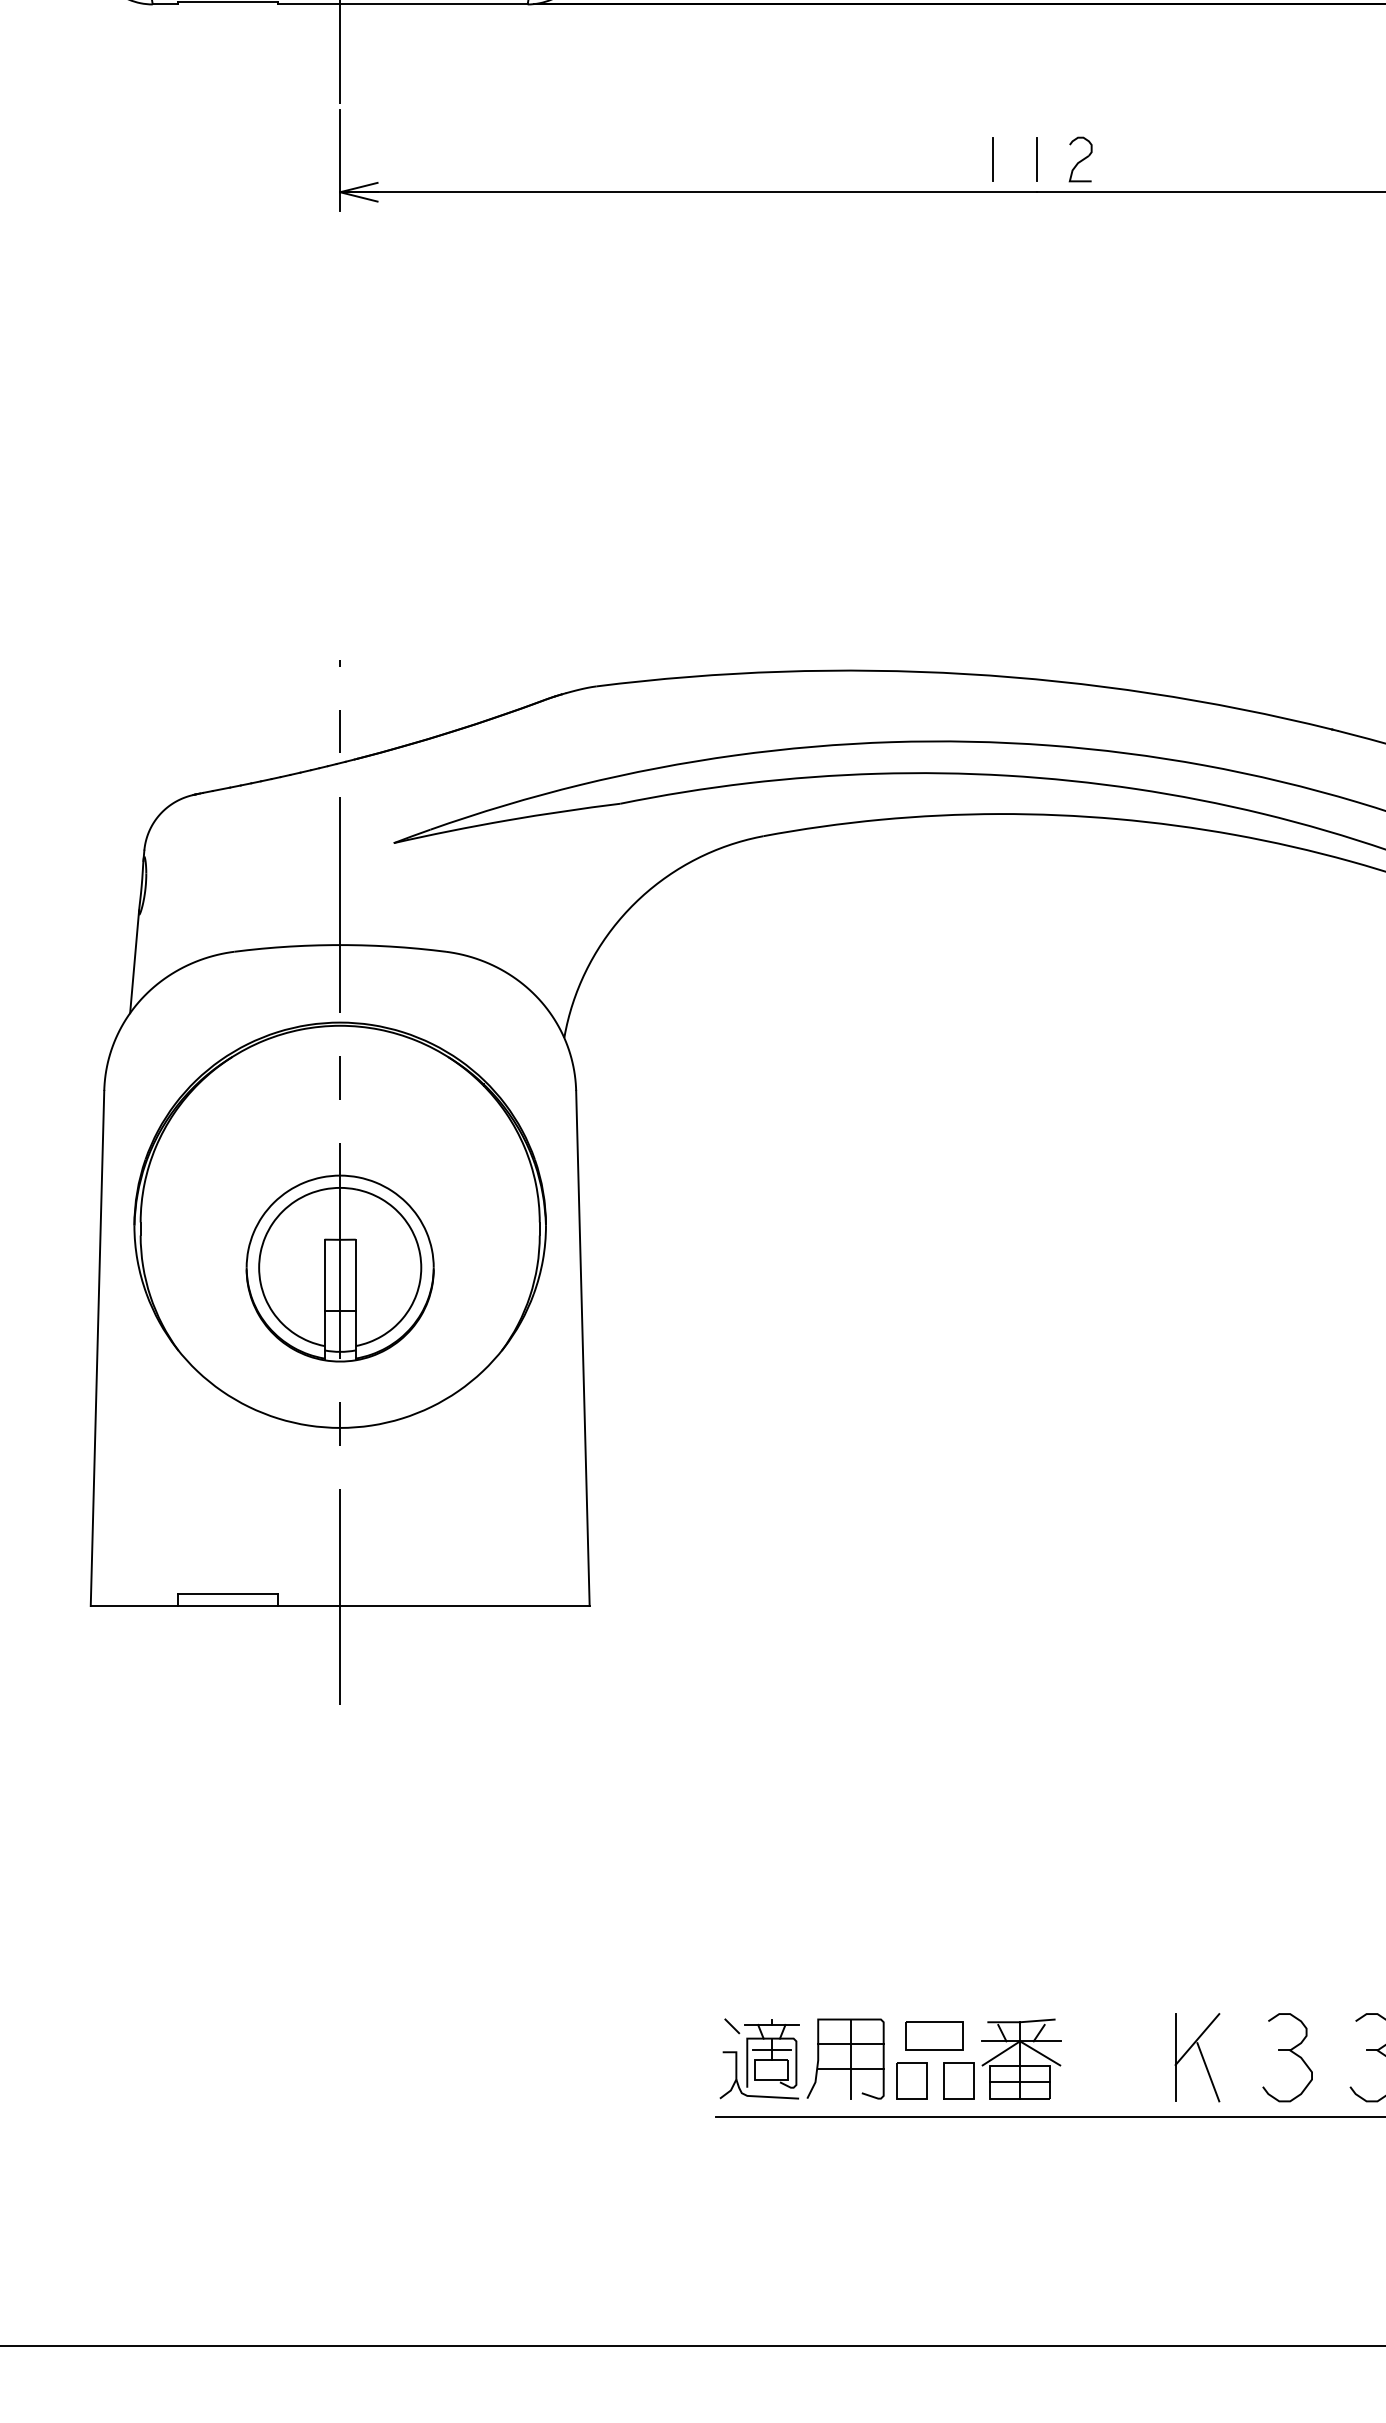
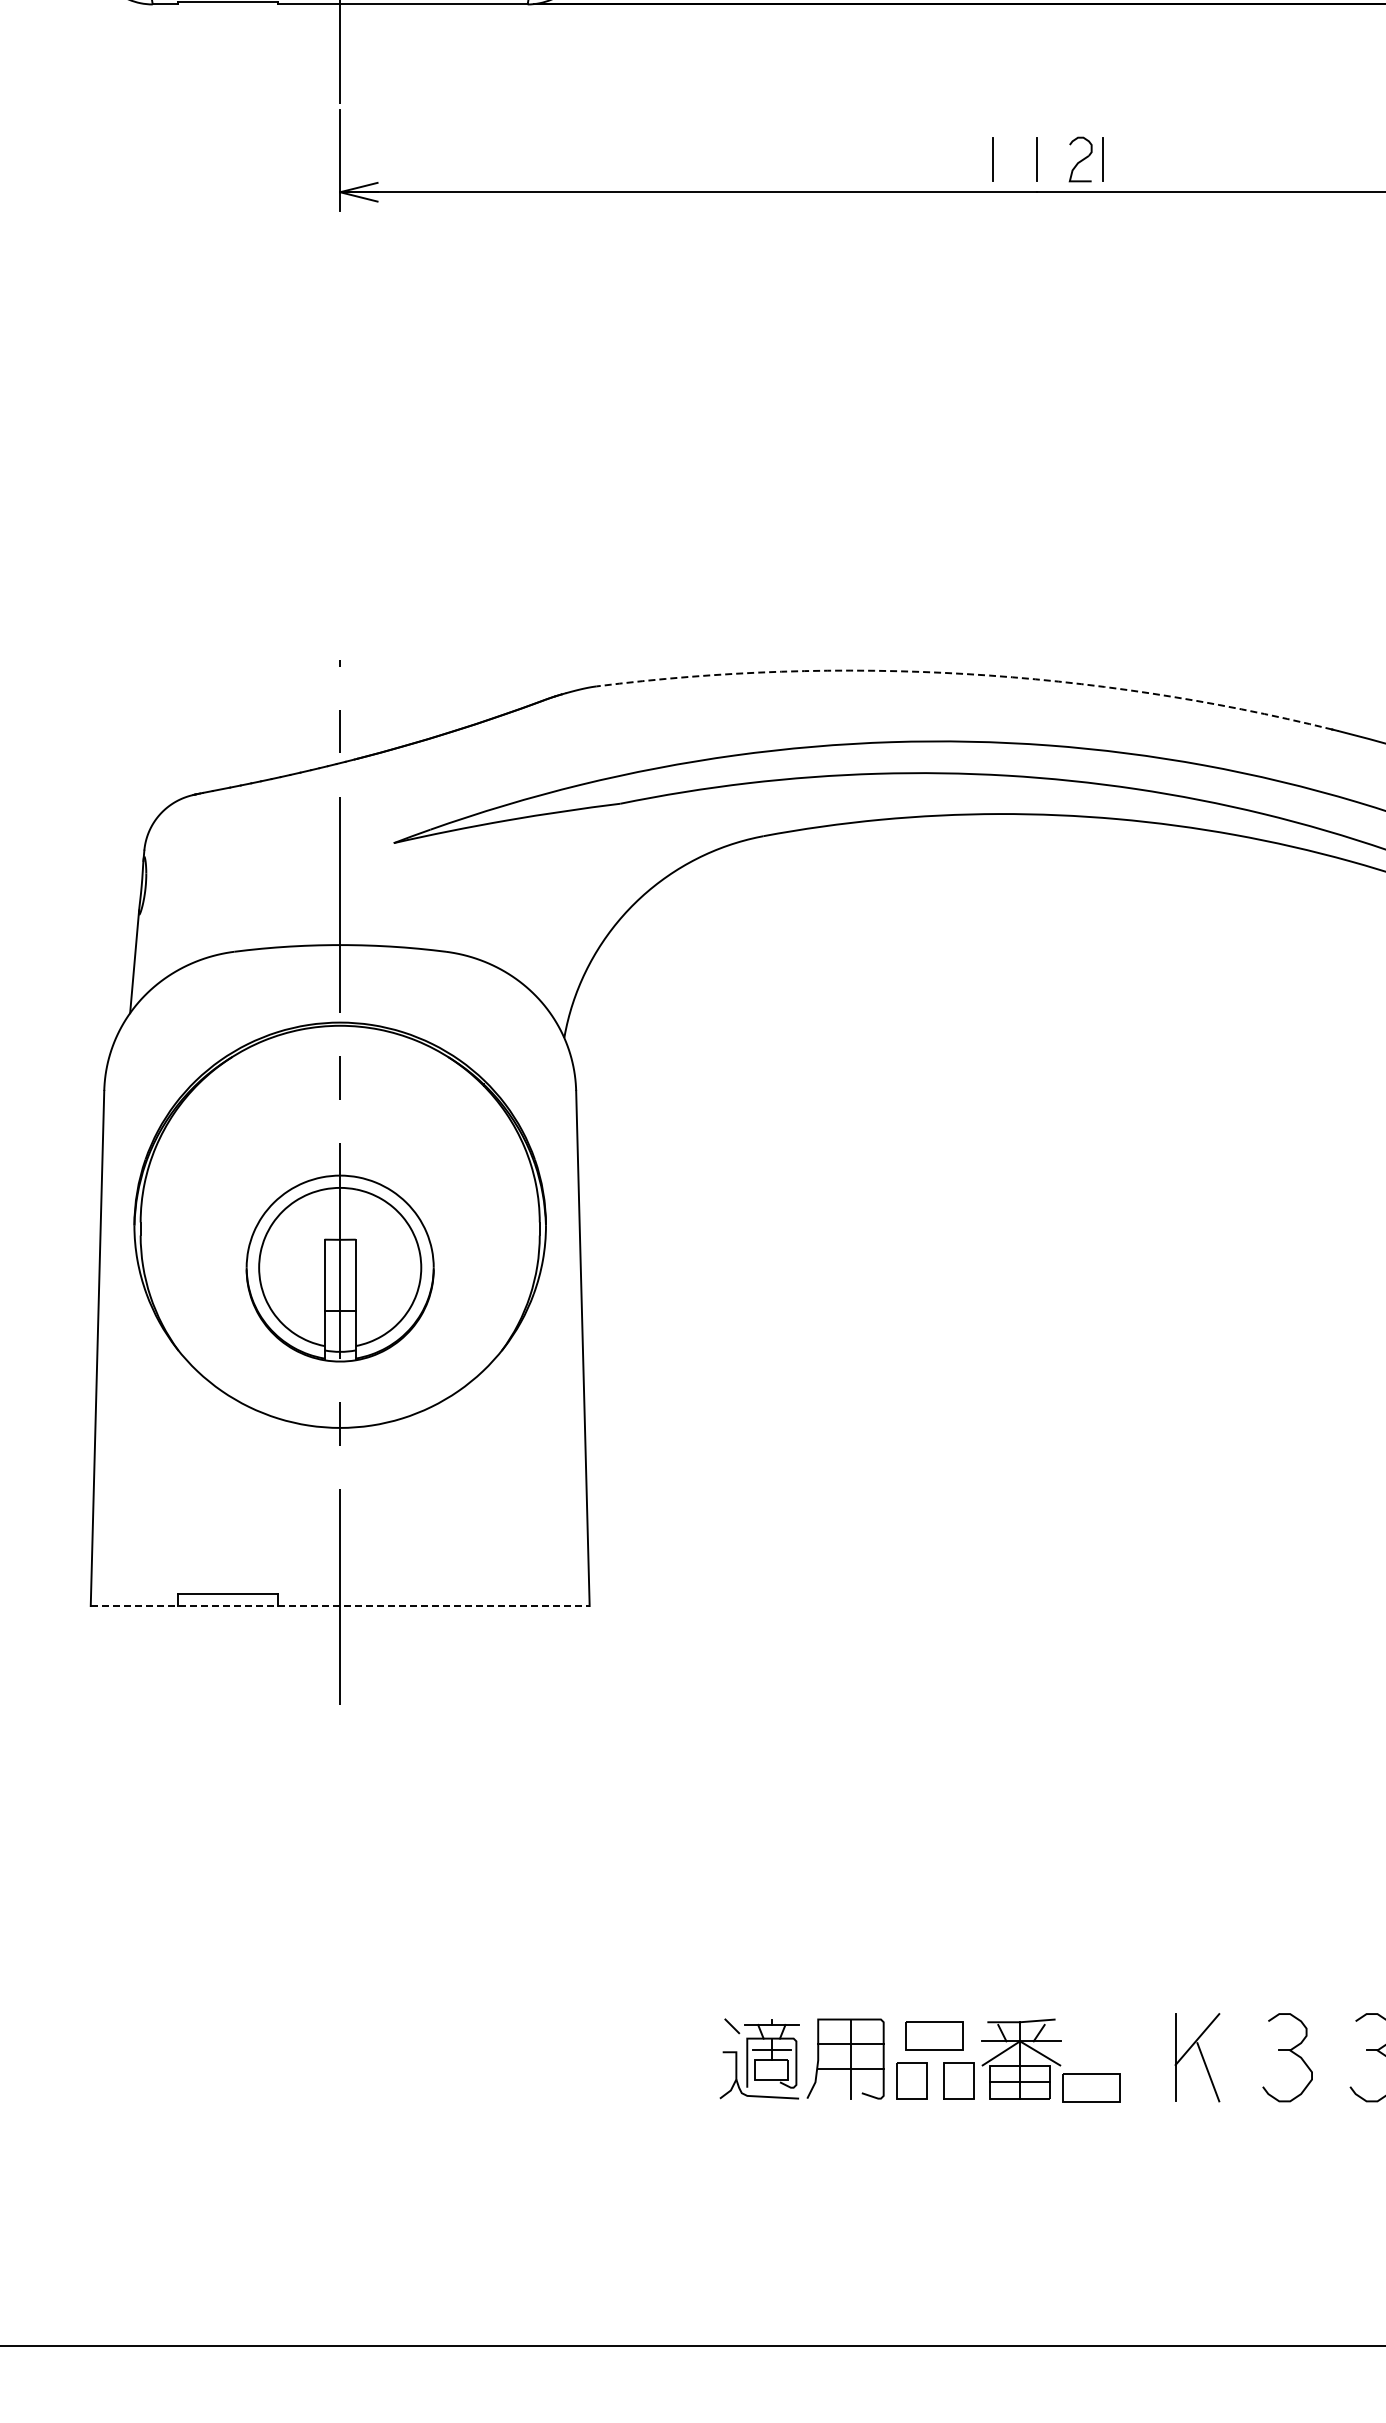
line at (1102, 159): none -> present
arc at (966, 674): solid -> dashed
line at (340, 1606): solid -> dashed
part at (1091, 2087): none -> present
line at (1048, 2116): present -> none
